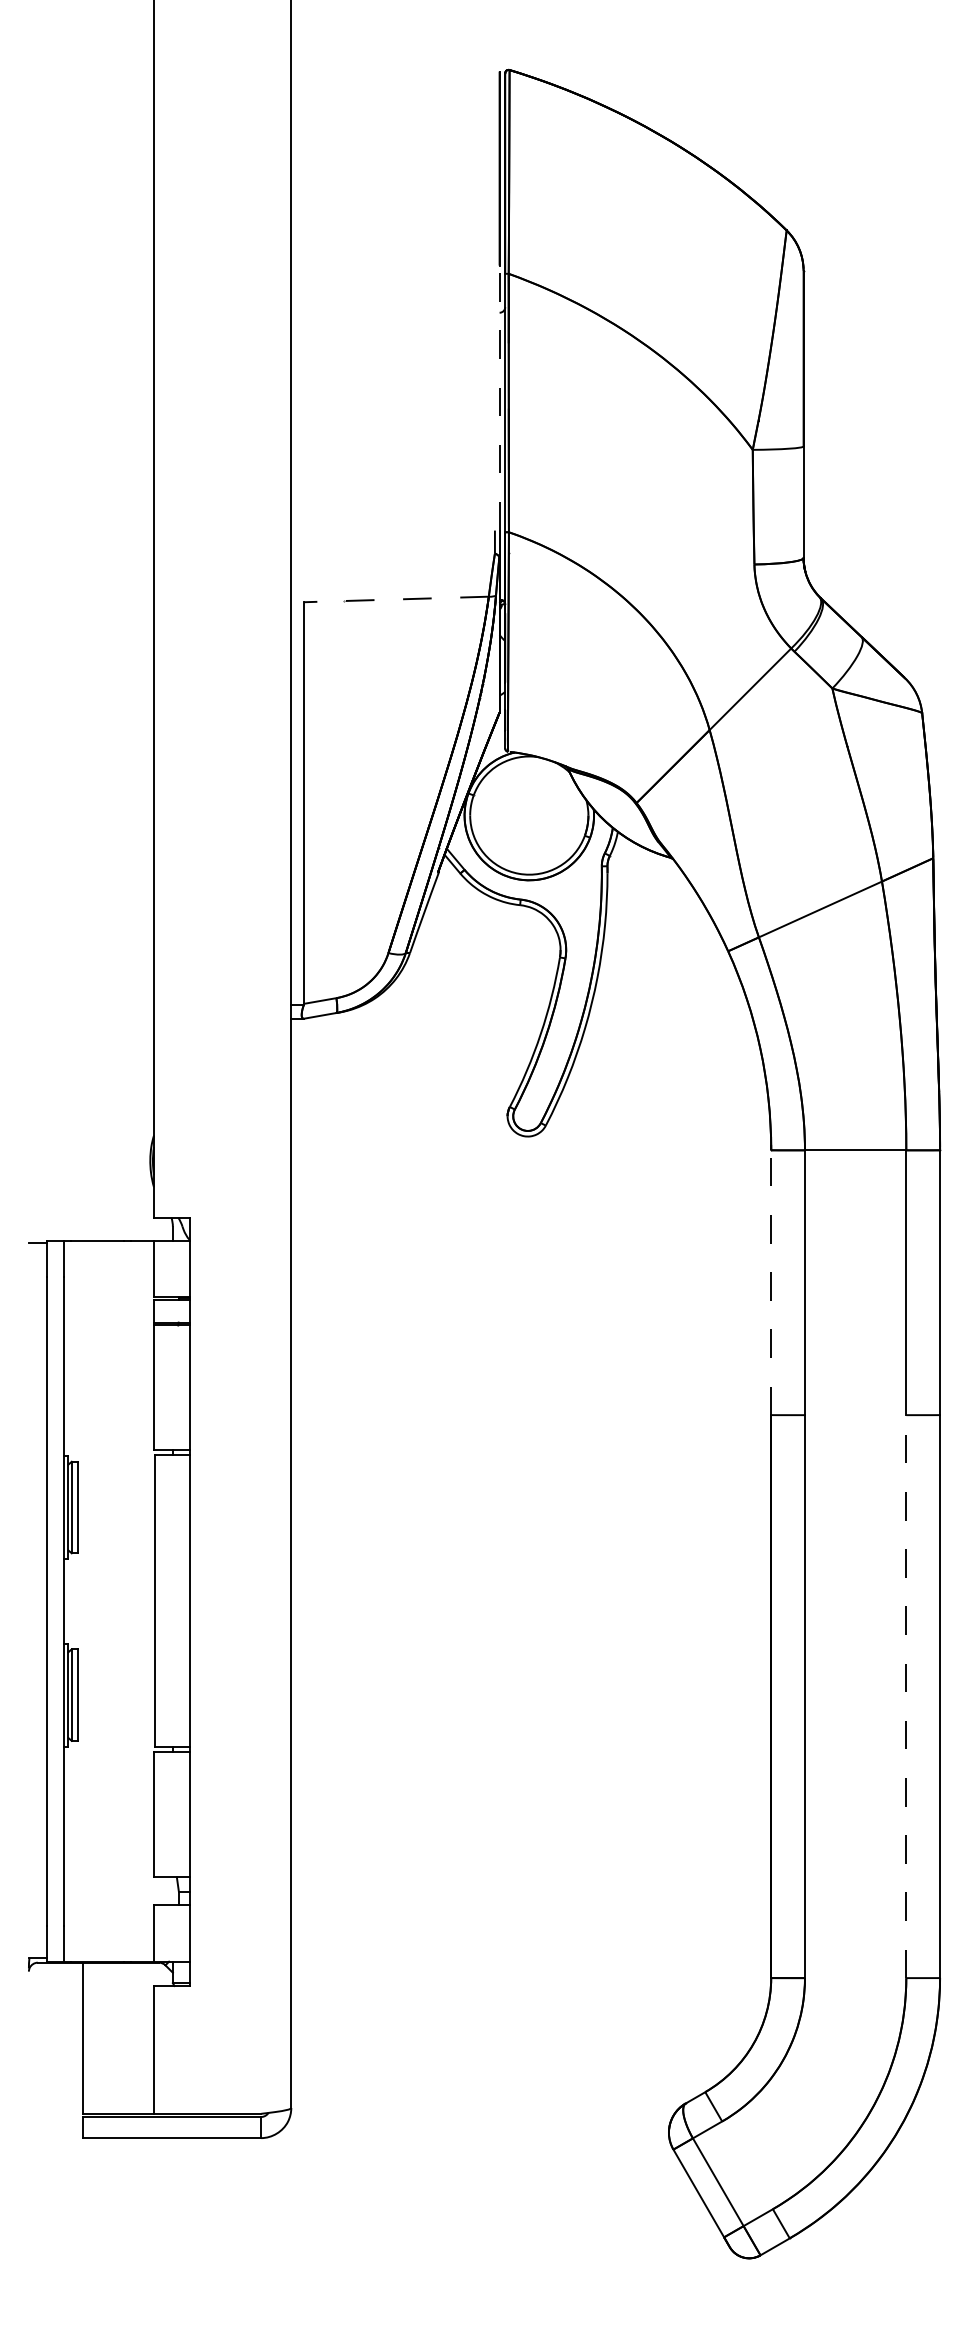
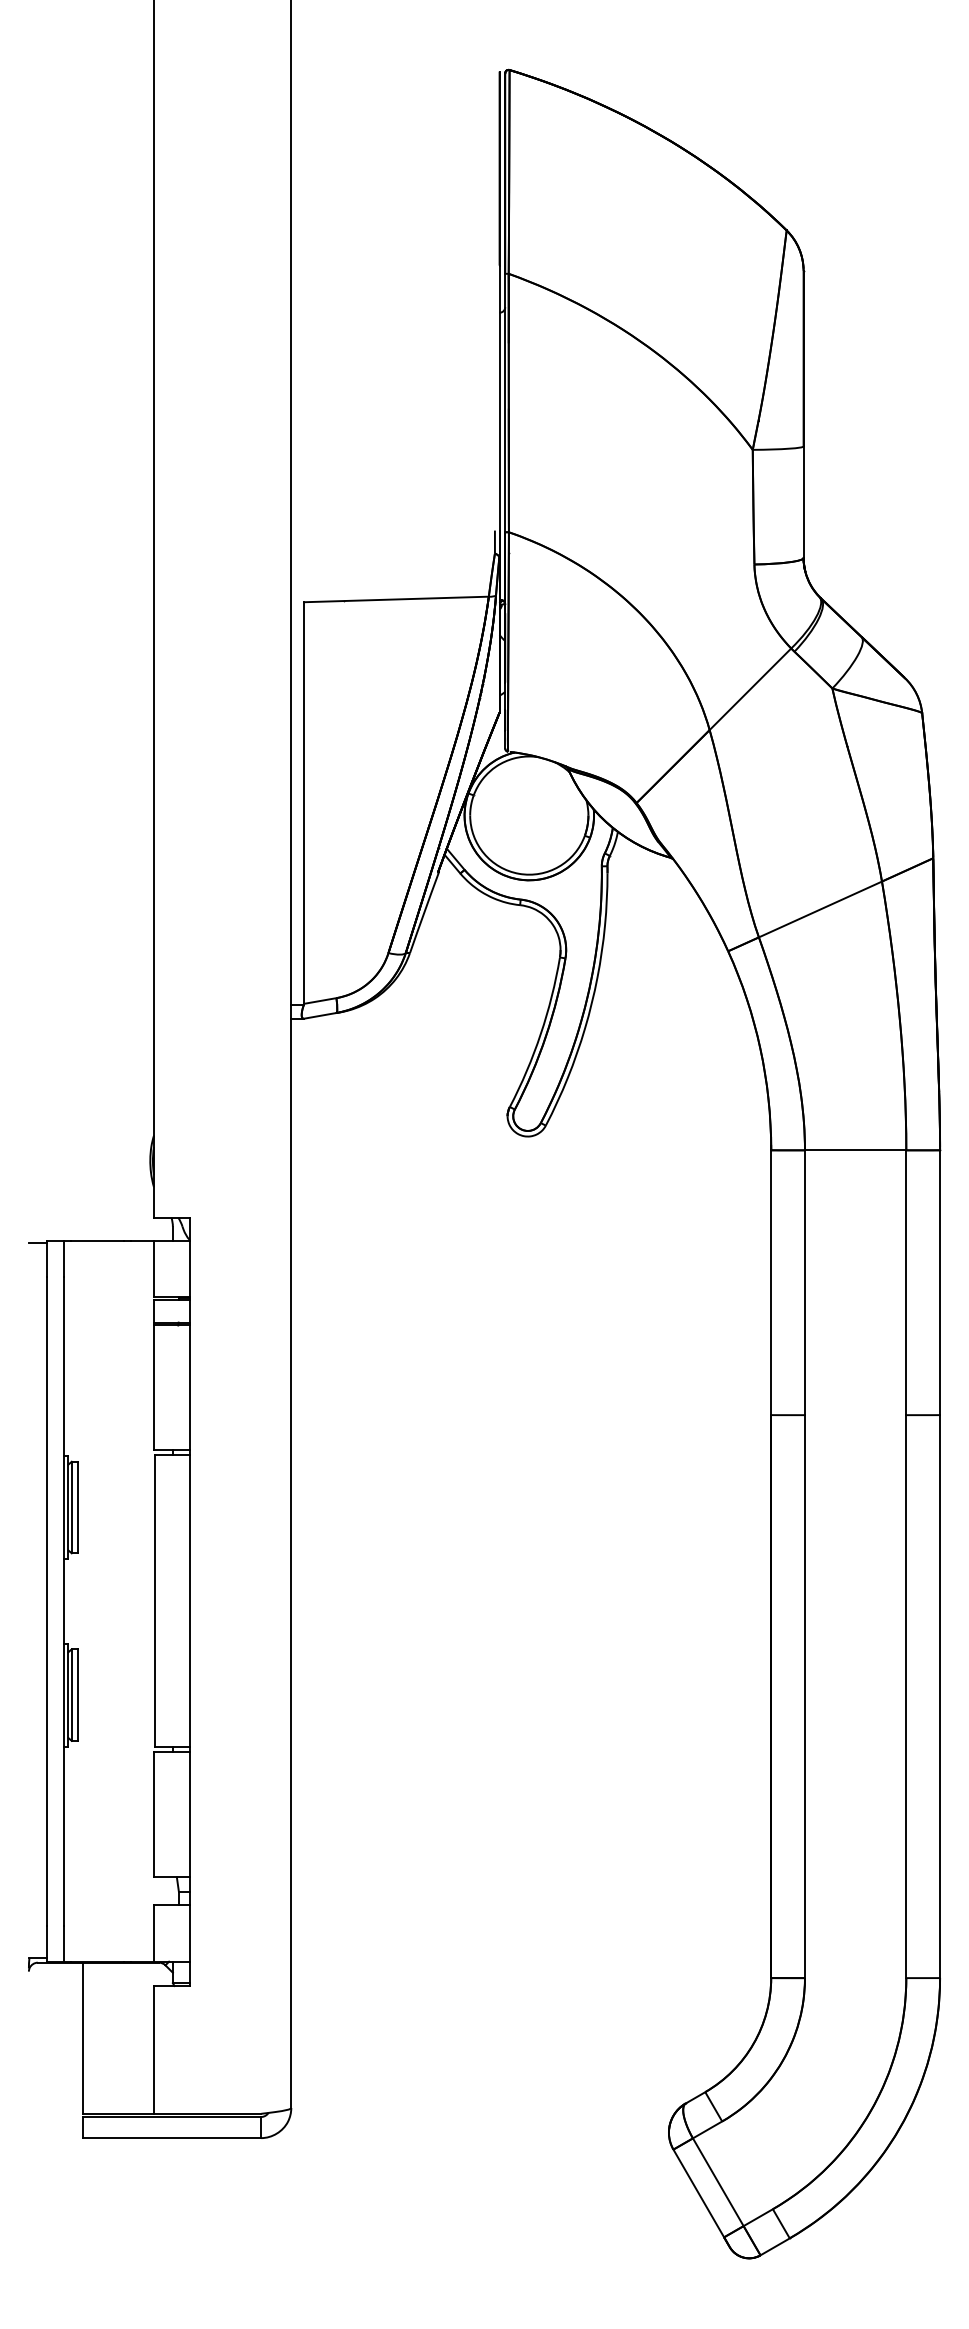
line at (499, 397): dashed -> solid
line at (395, 599): dashed -> solid
line at (771, 1282): dashed -> solid
line at (906, 1696): dashed -> solid
